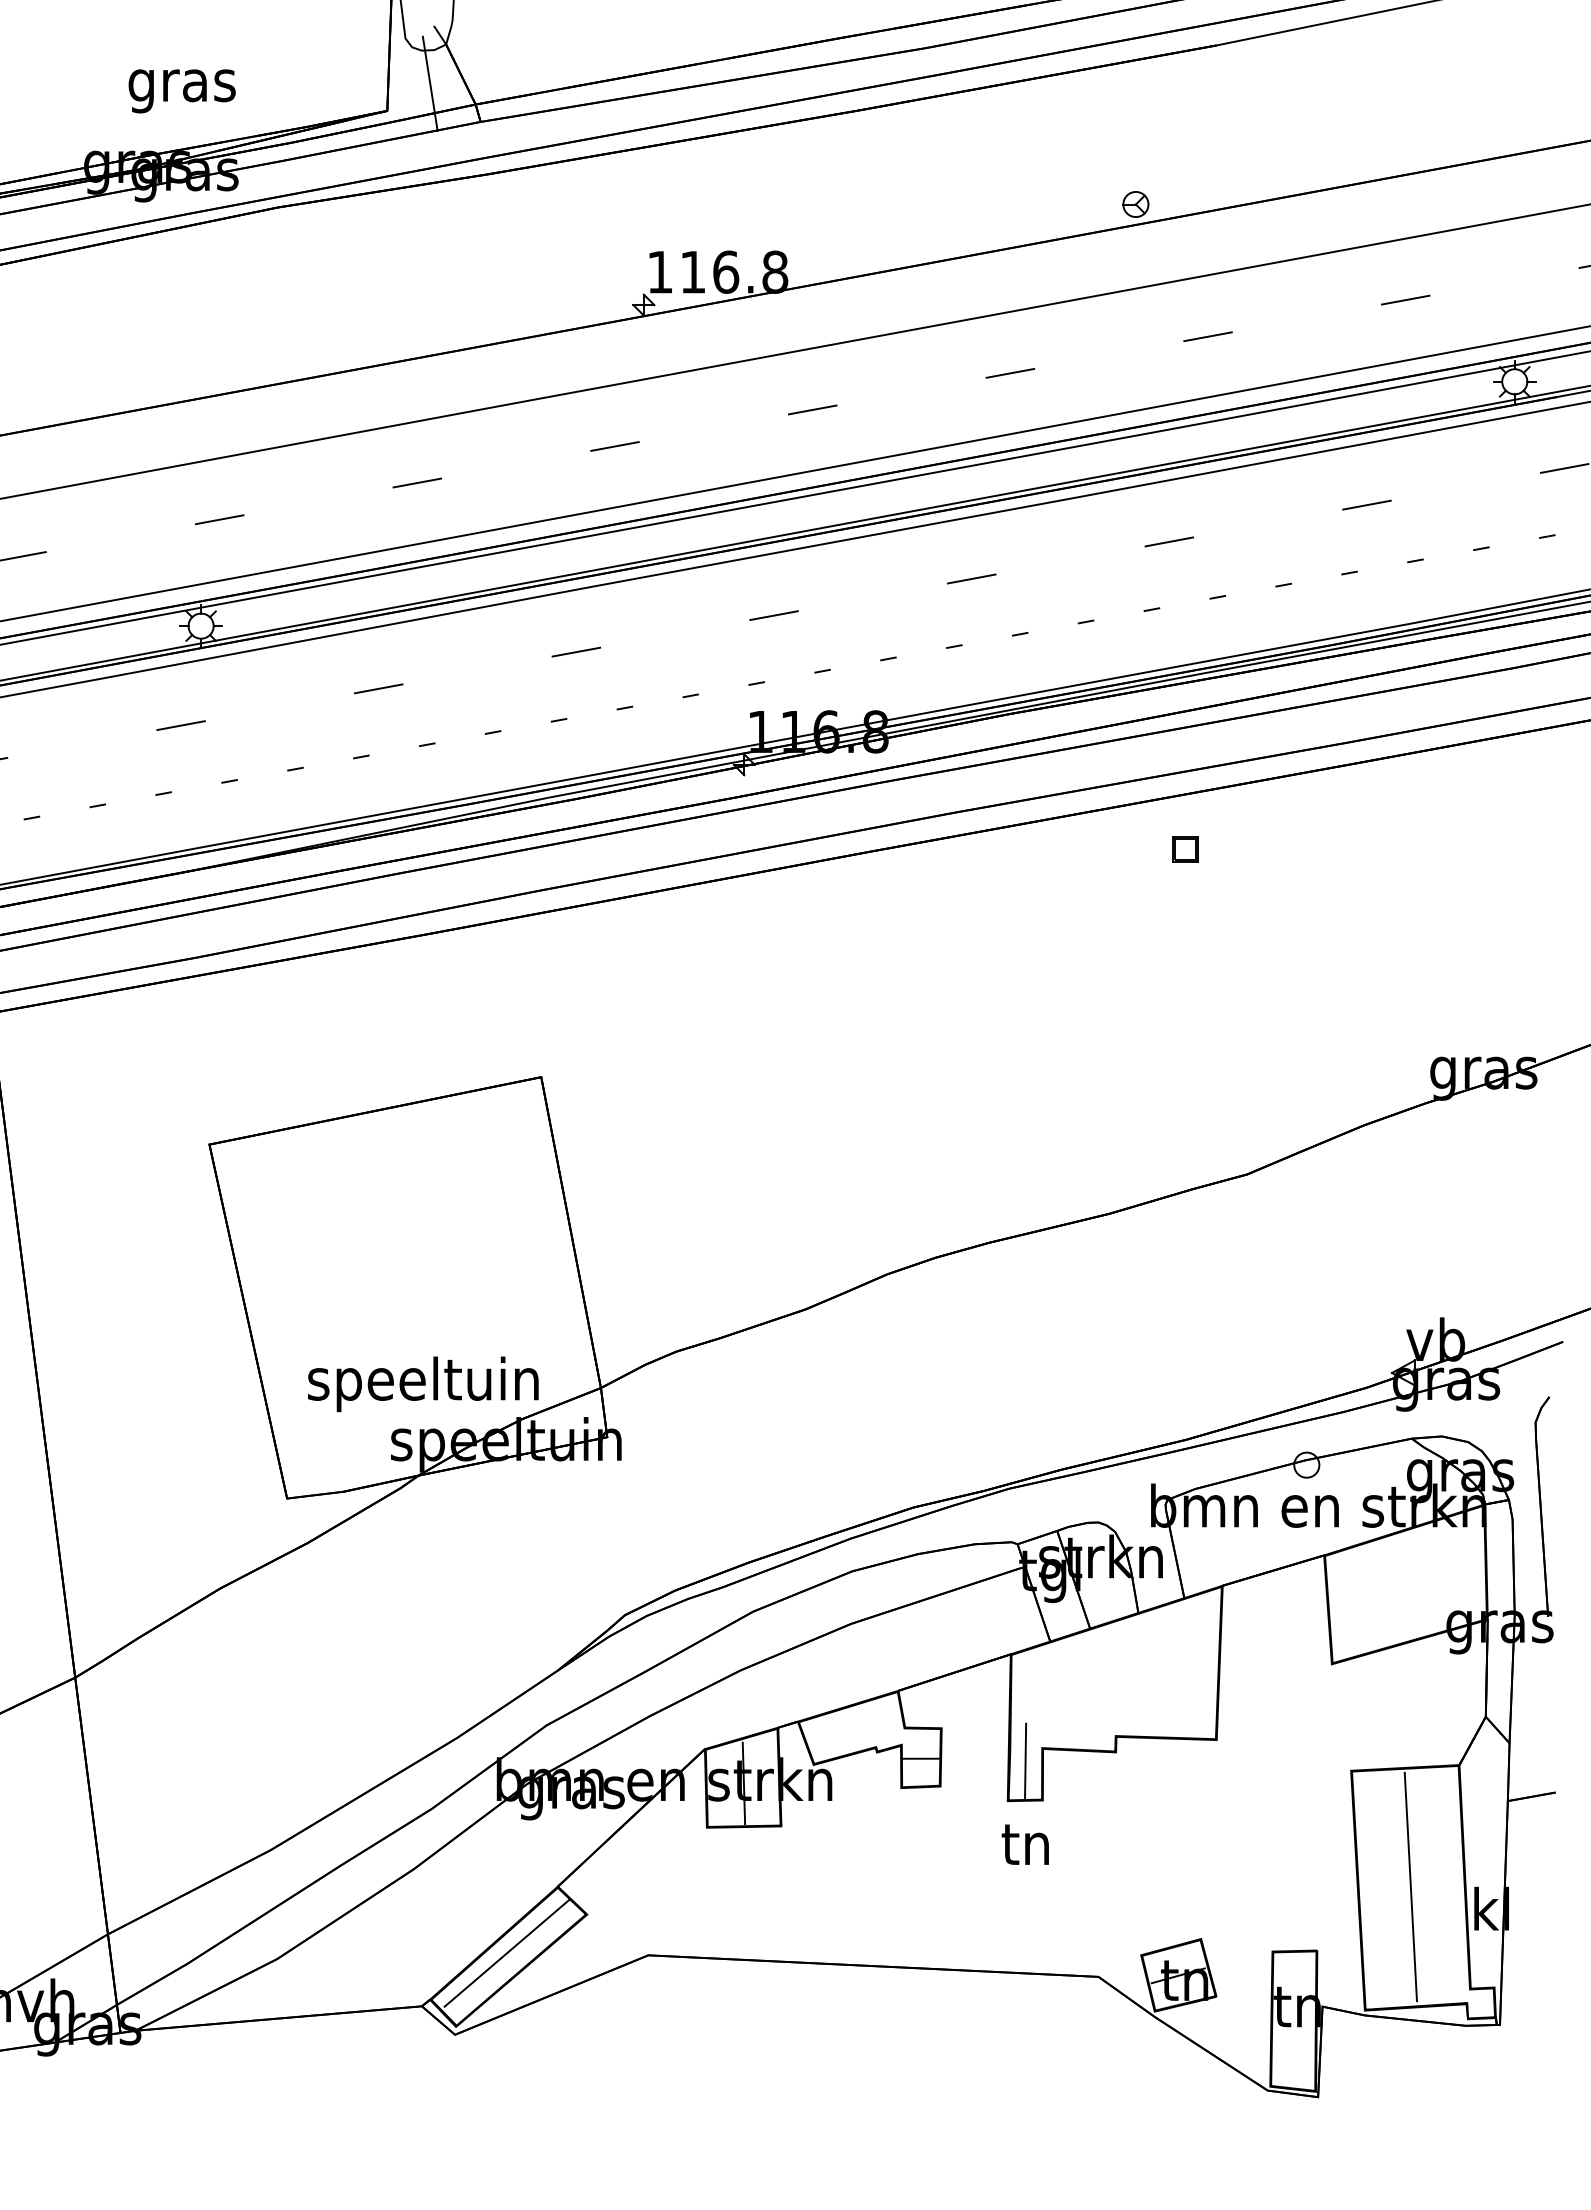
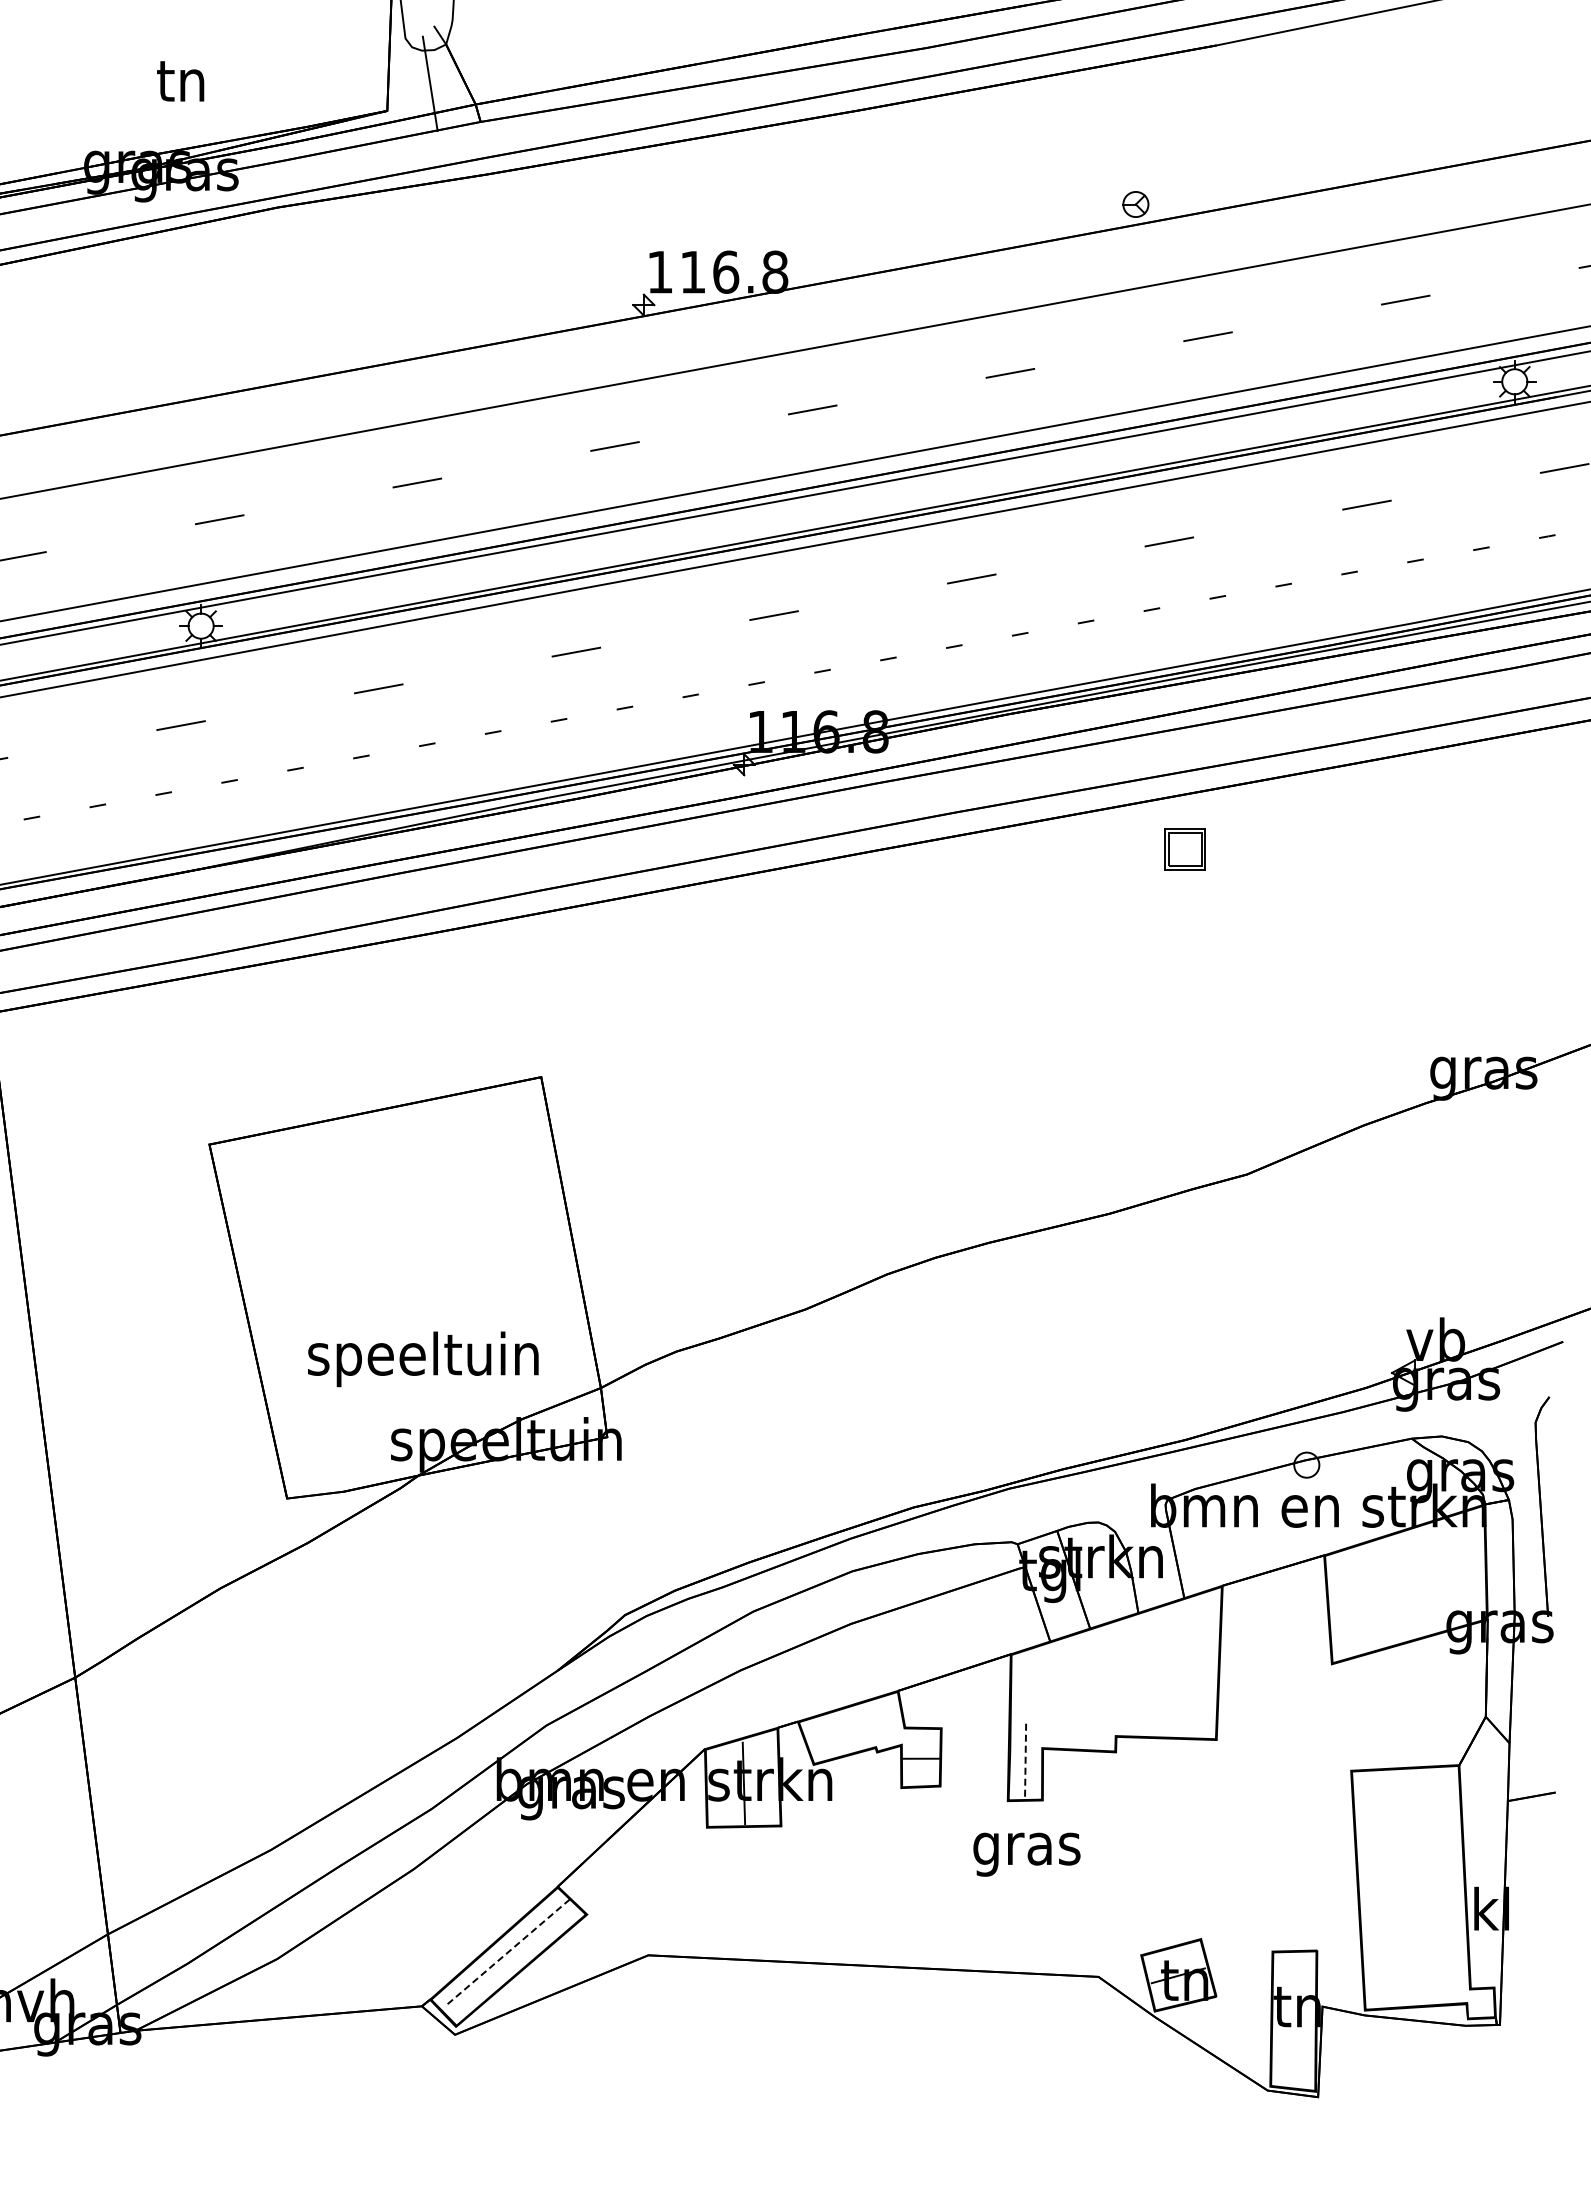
text at (181, 87): gras -> tn
part at (1185, 849) size: 27x27 px -> 42x43 px
text at (423, 1384) position: (423, 1384) -> (423, 1359)
line at (1025, 1761): solid -> dashed
text at (1026, 1850): tn -> gras
line at (1410, 1886): present -> none
line at (506, 1953): solid -> dashed
